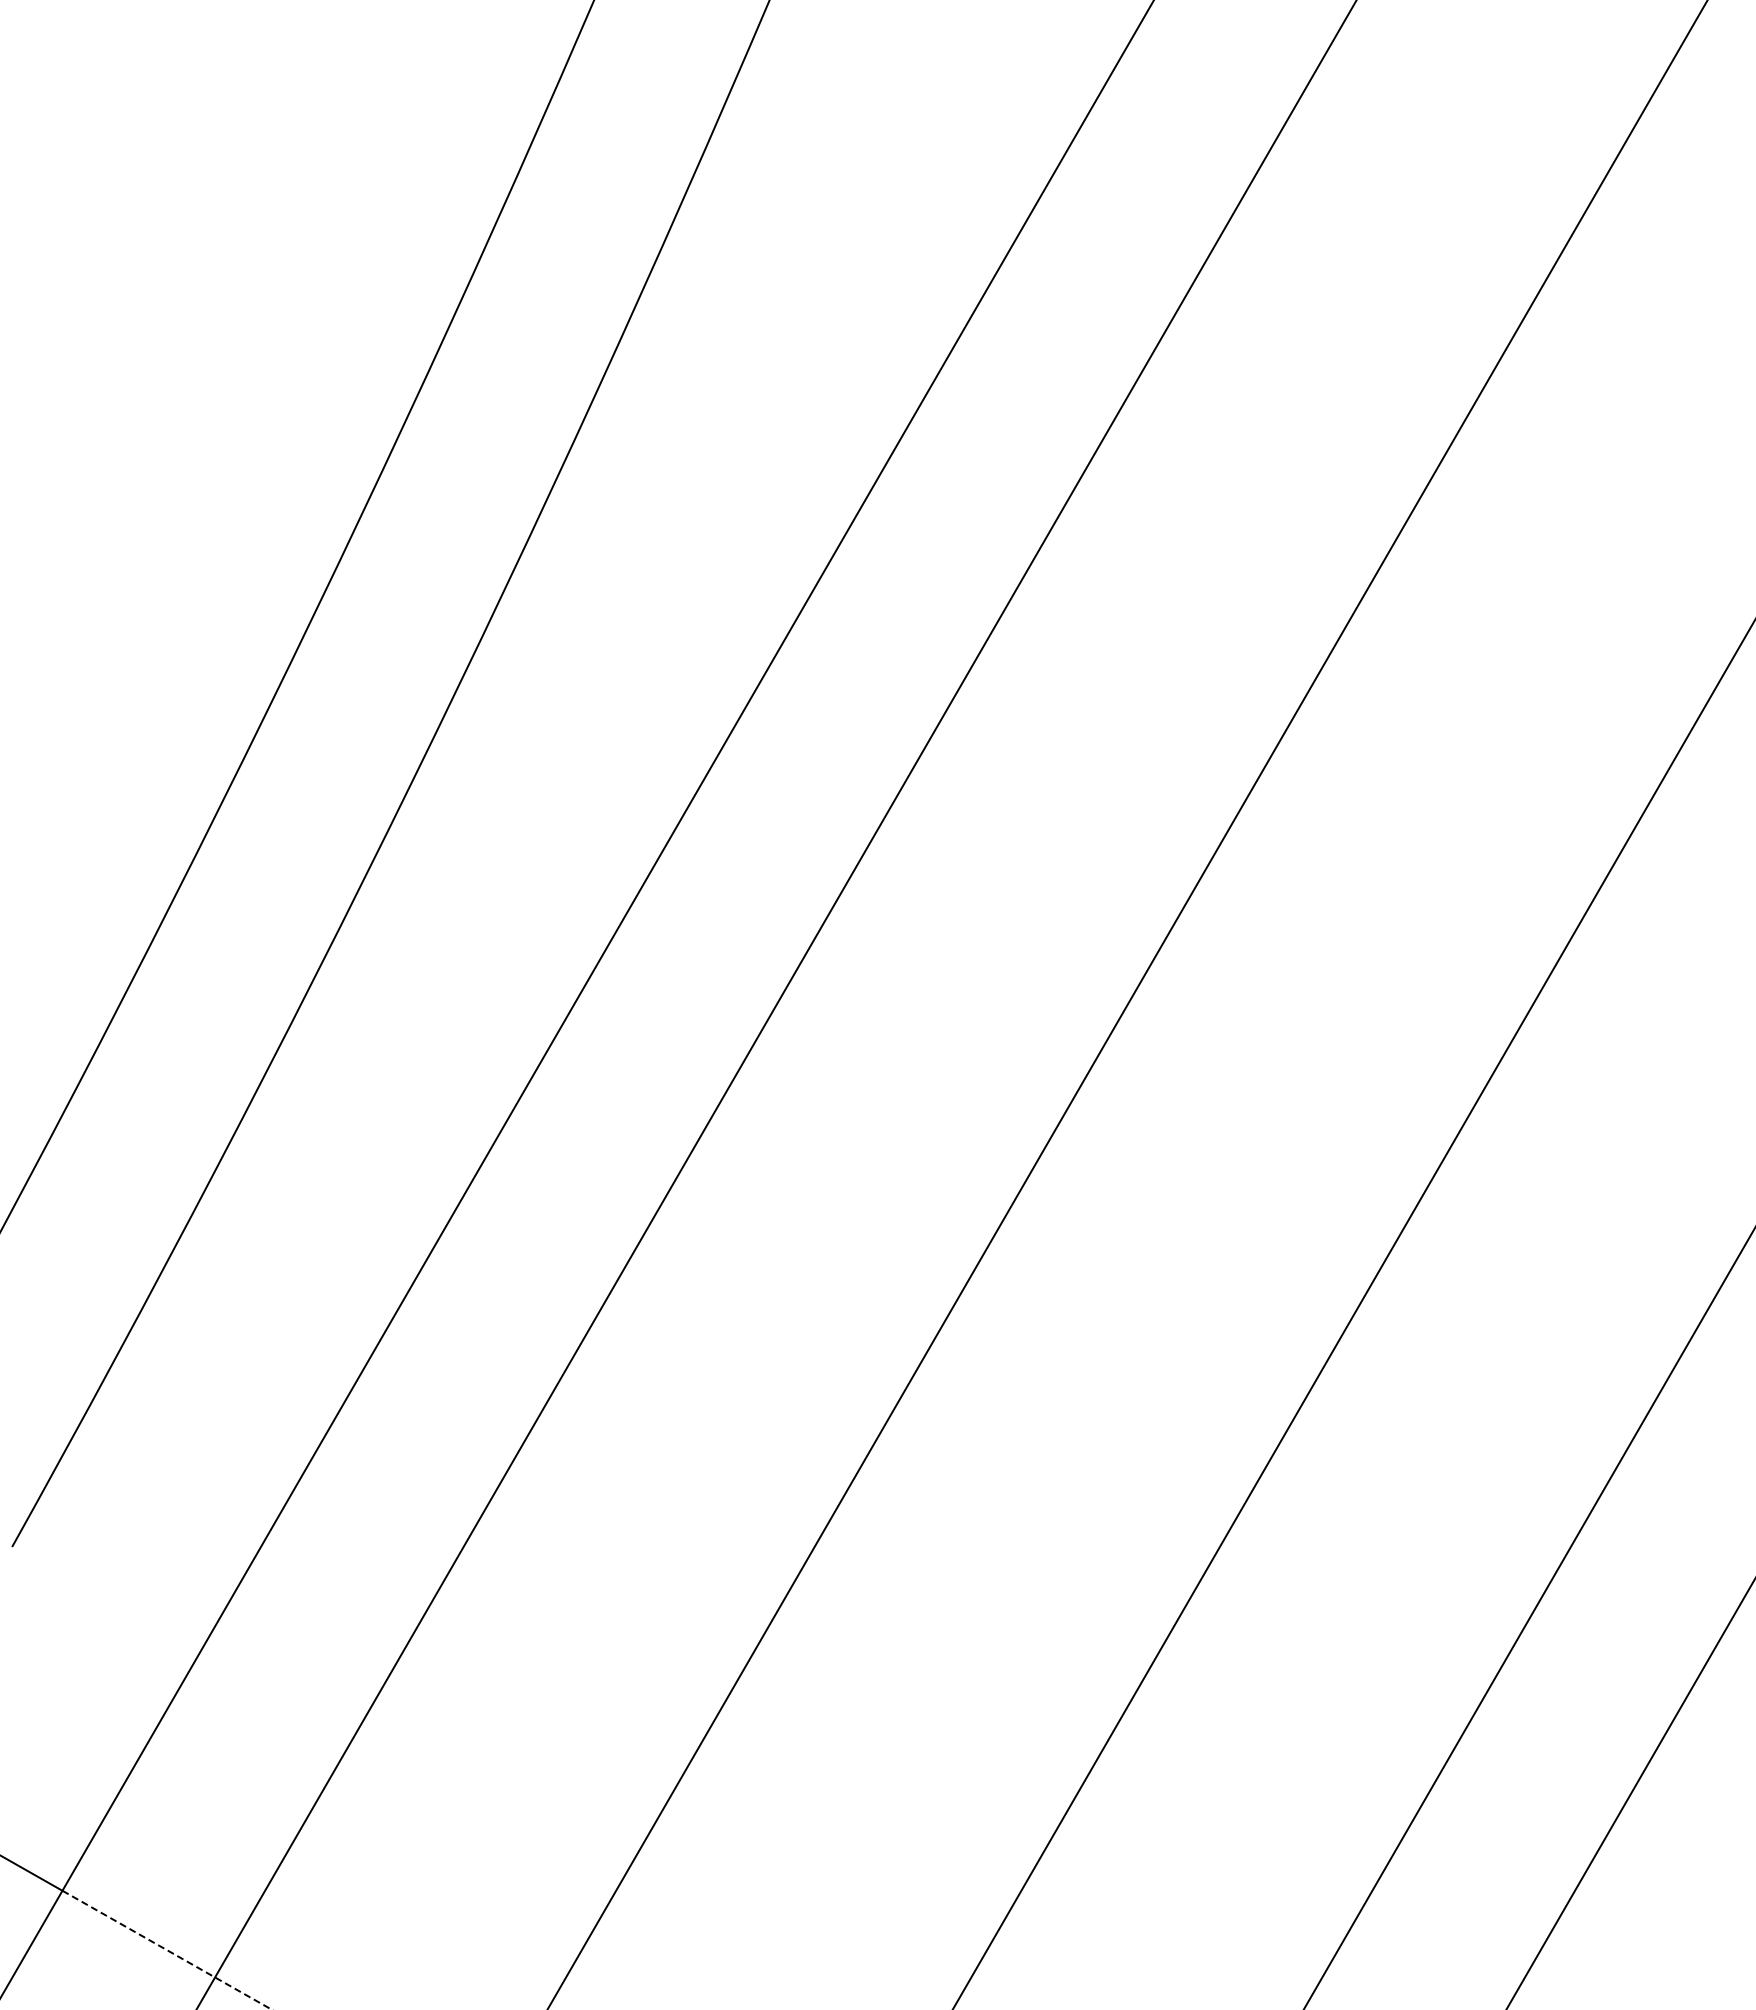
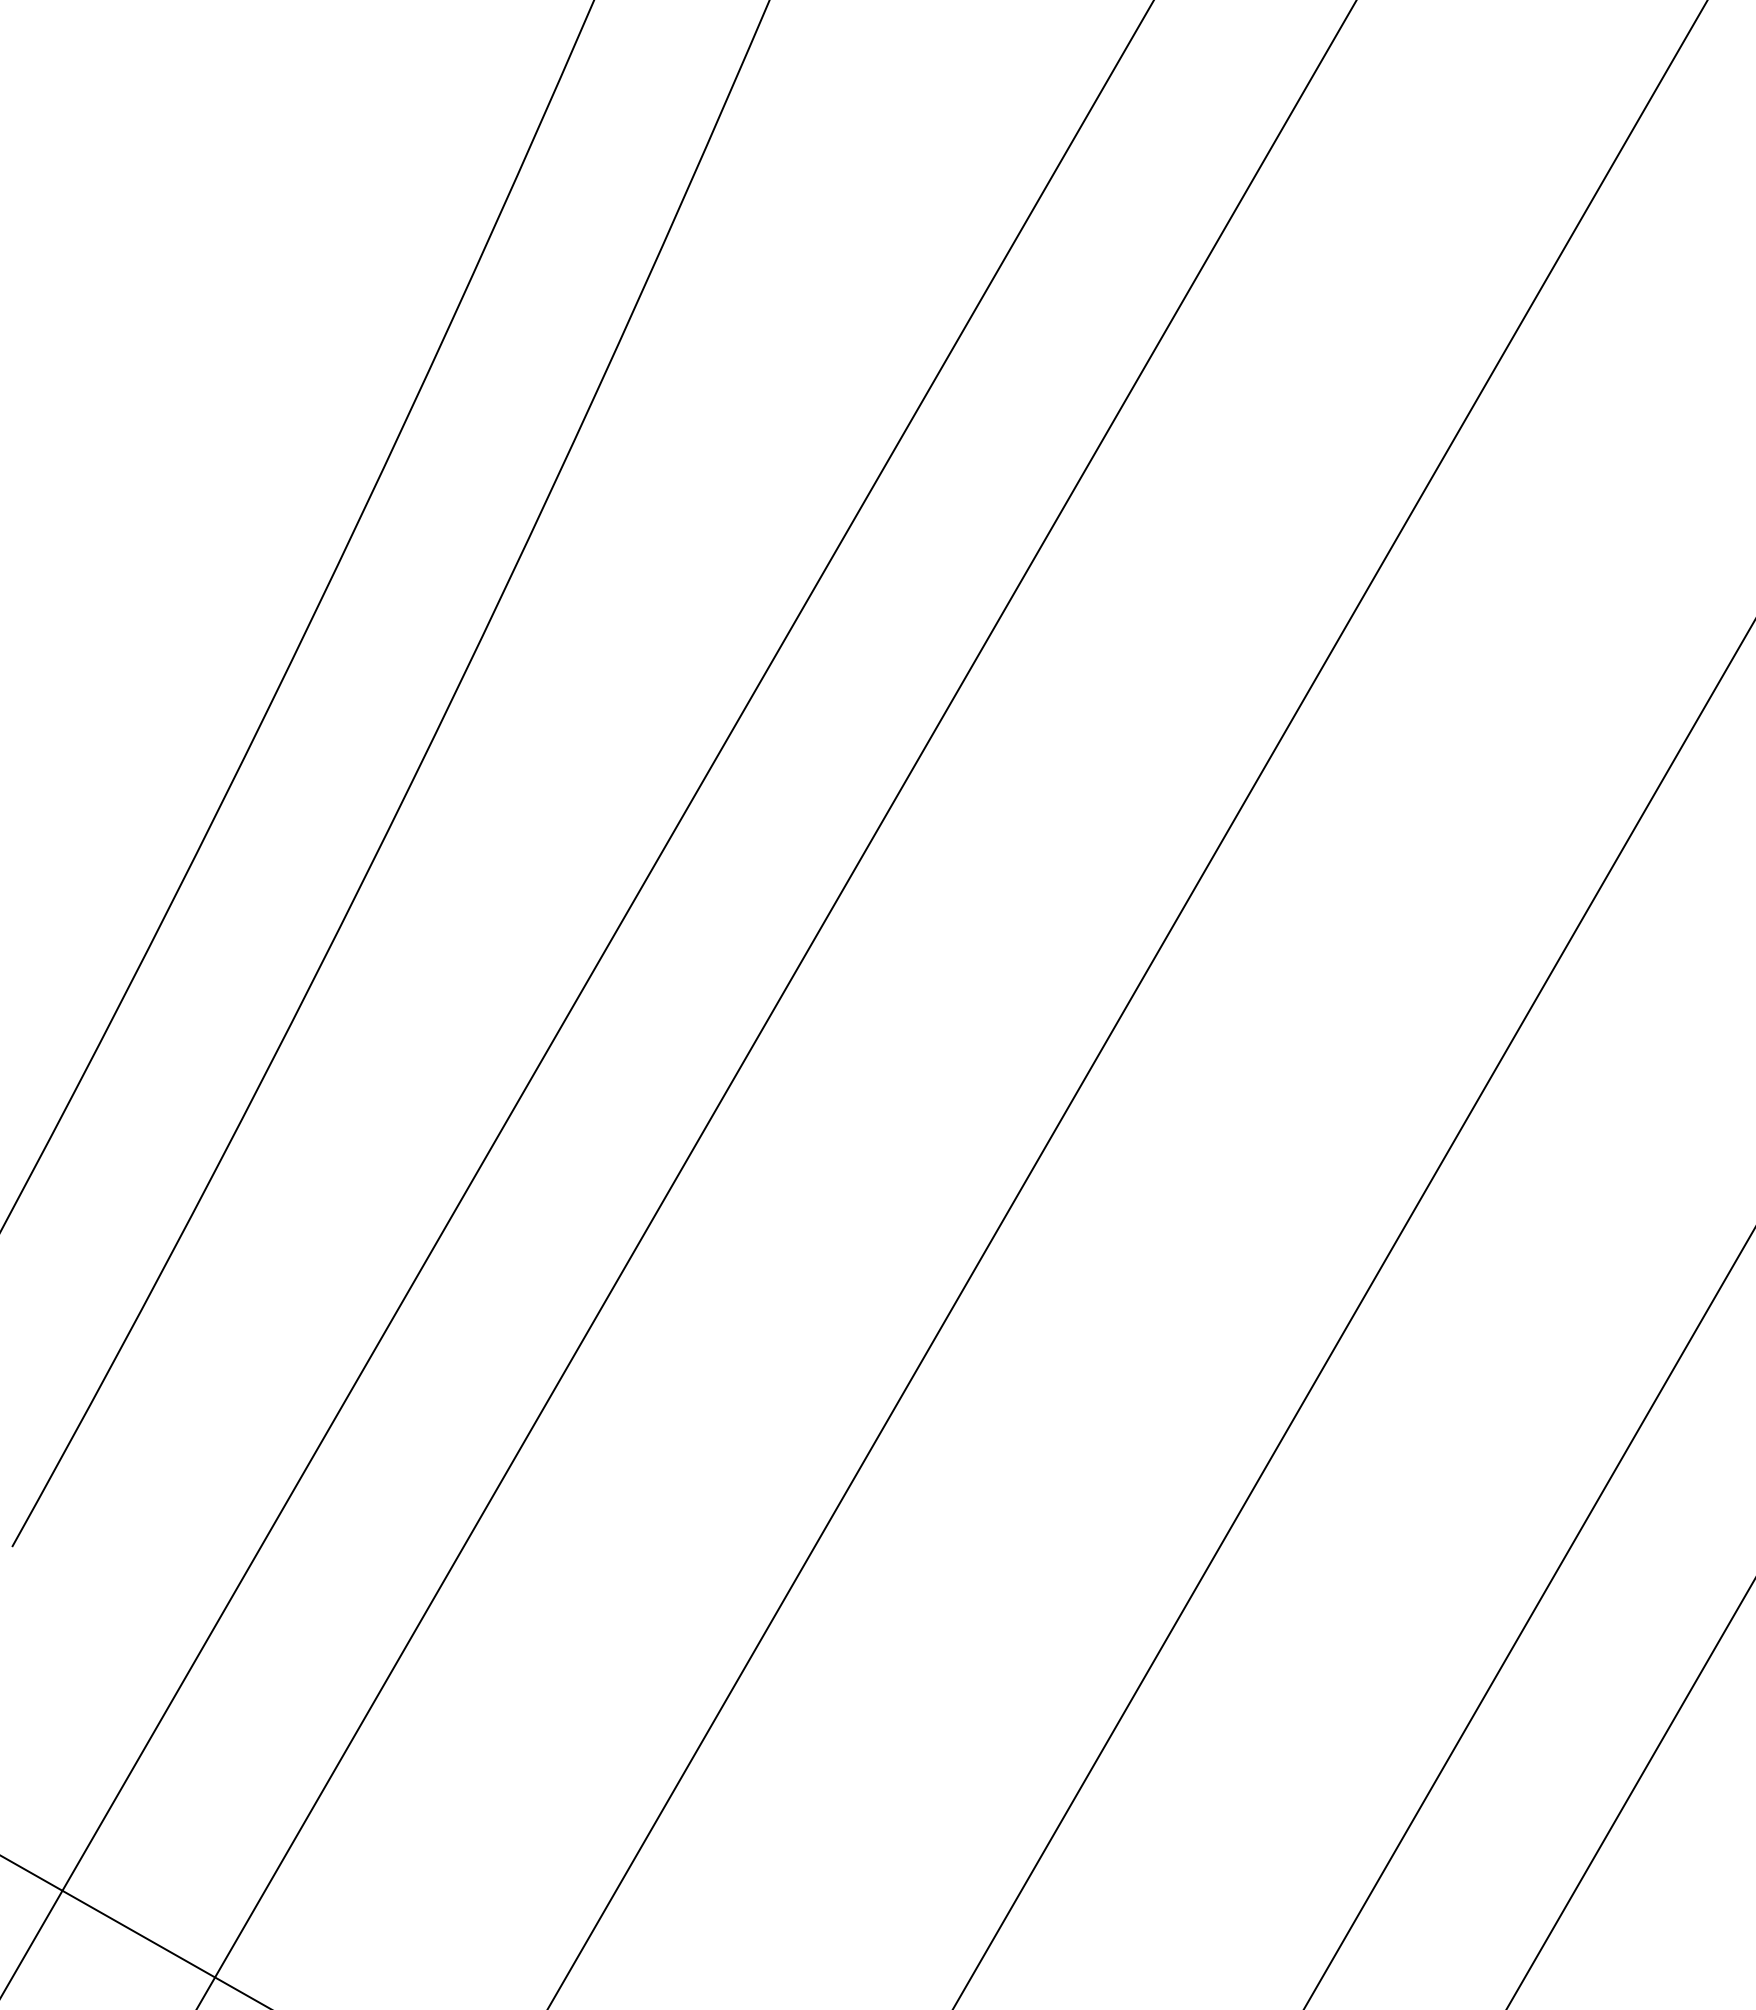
line at (167, 1950): dashed -> solid
